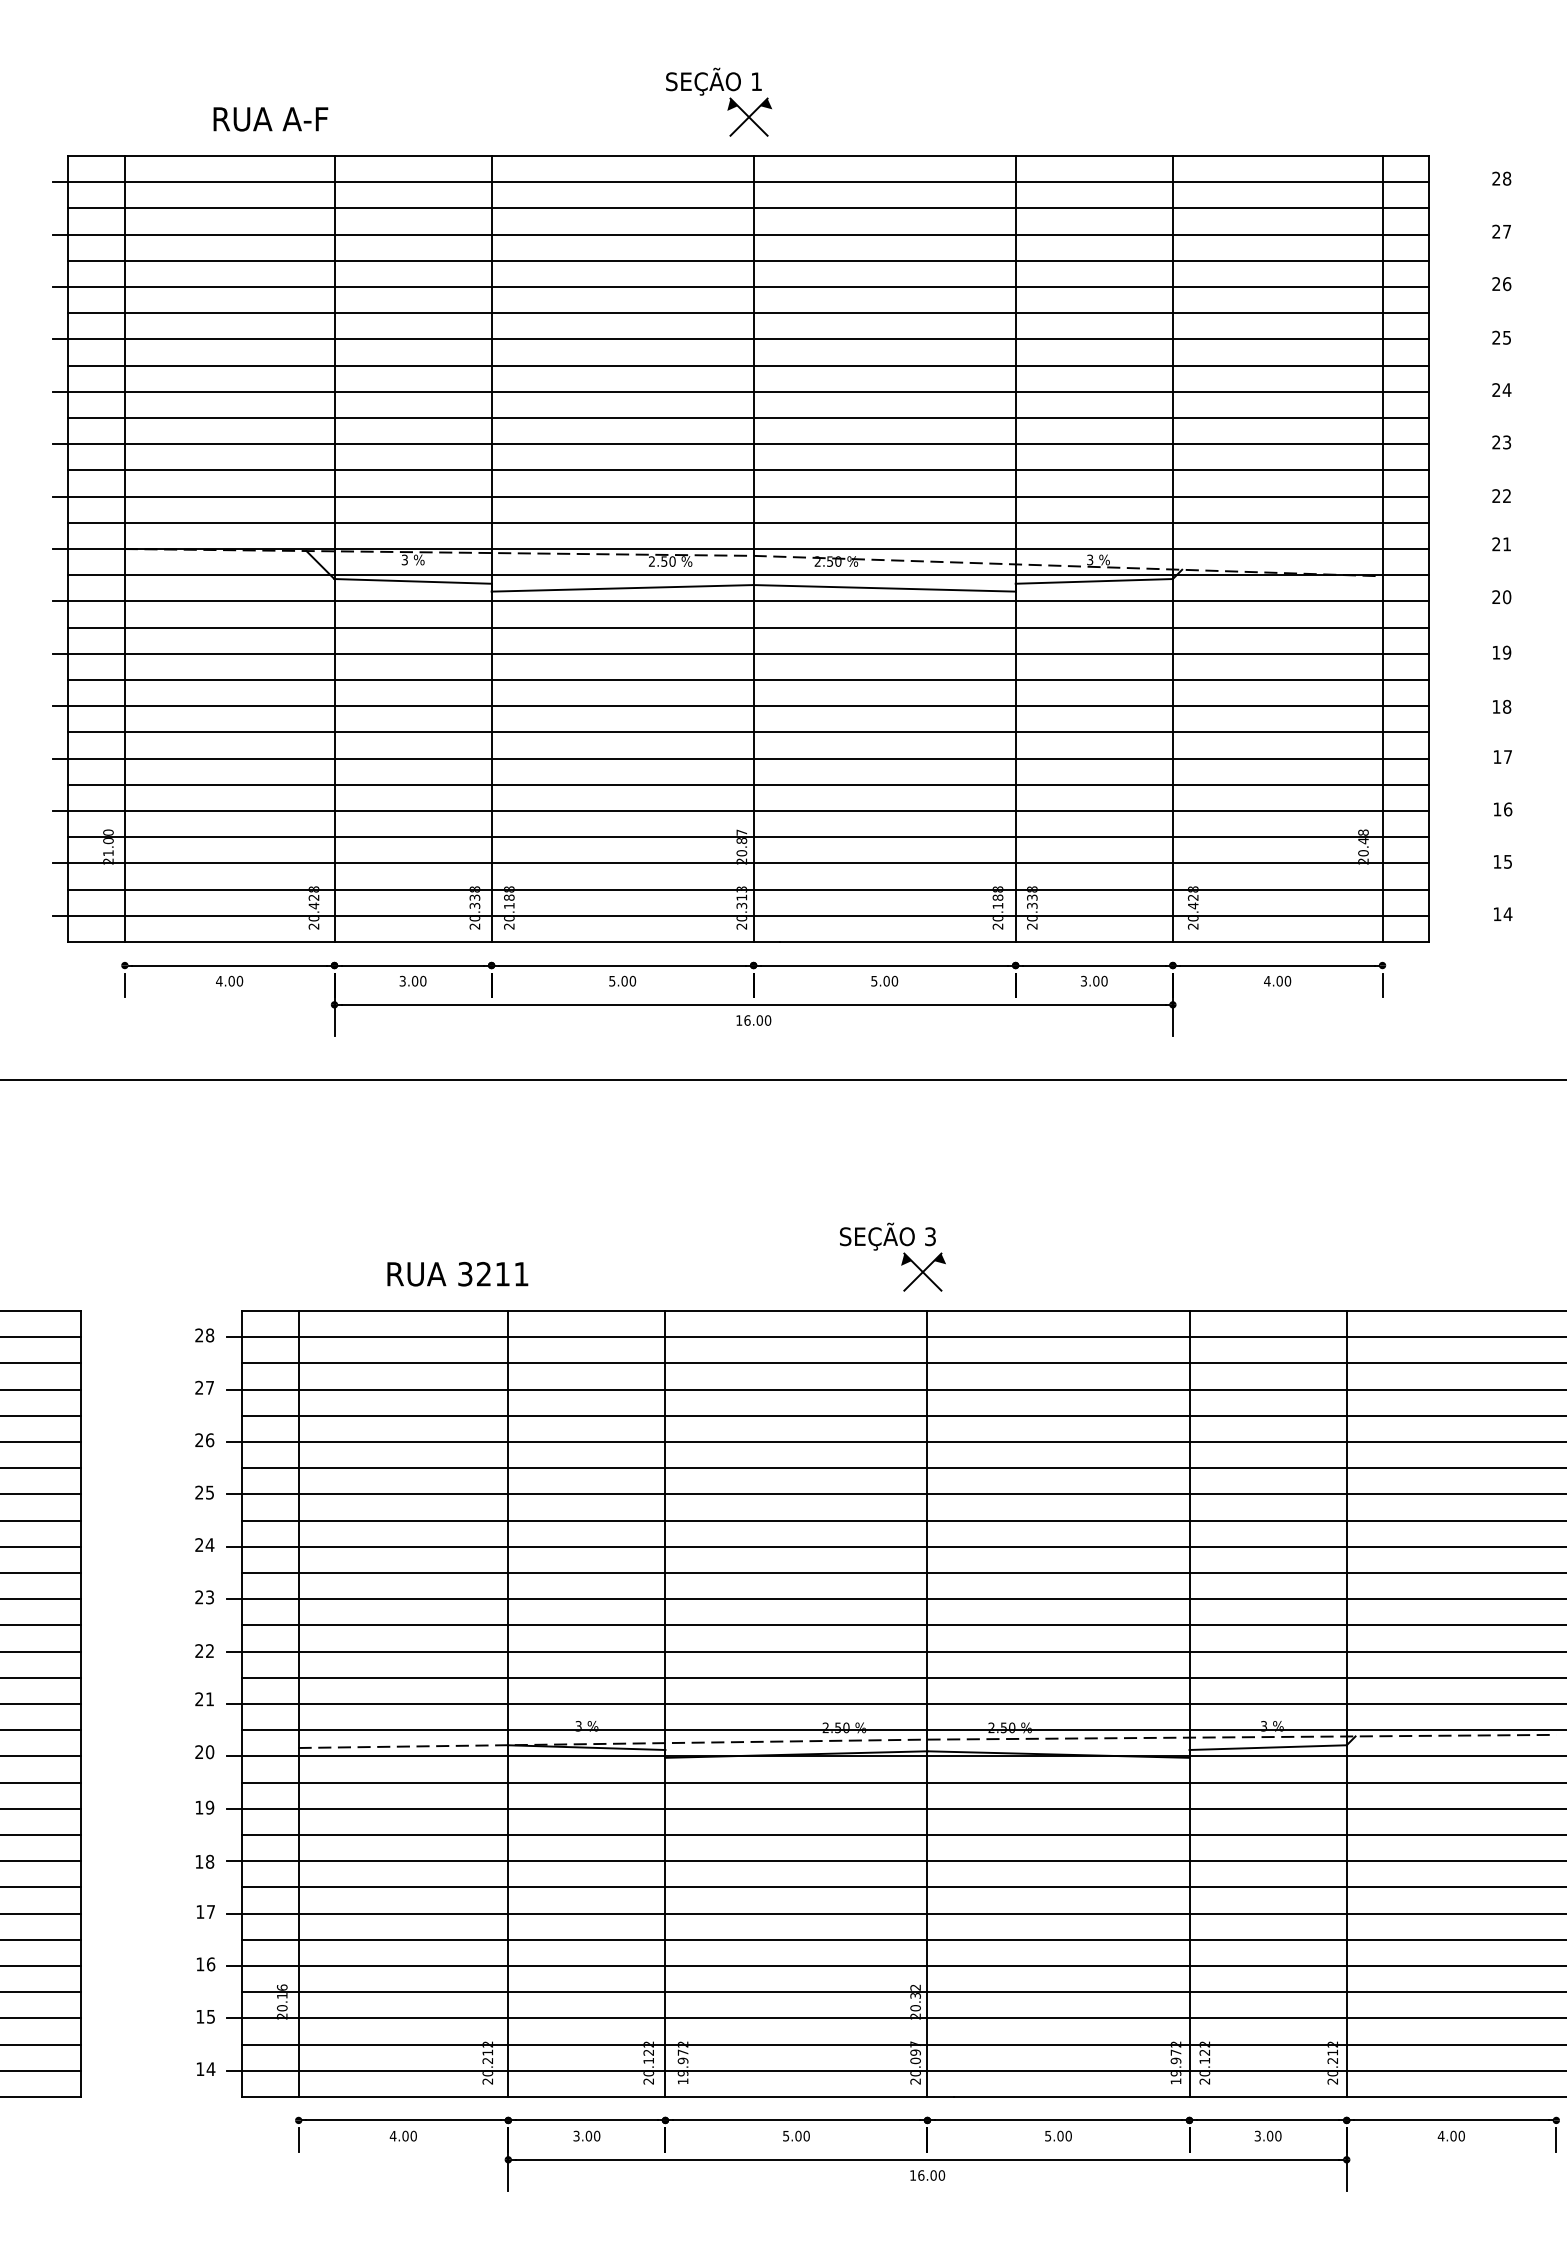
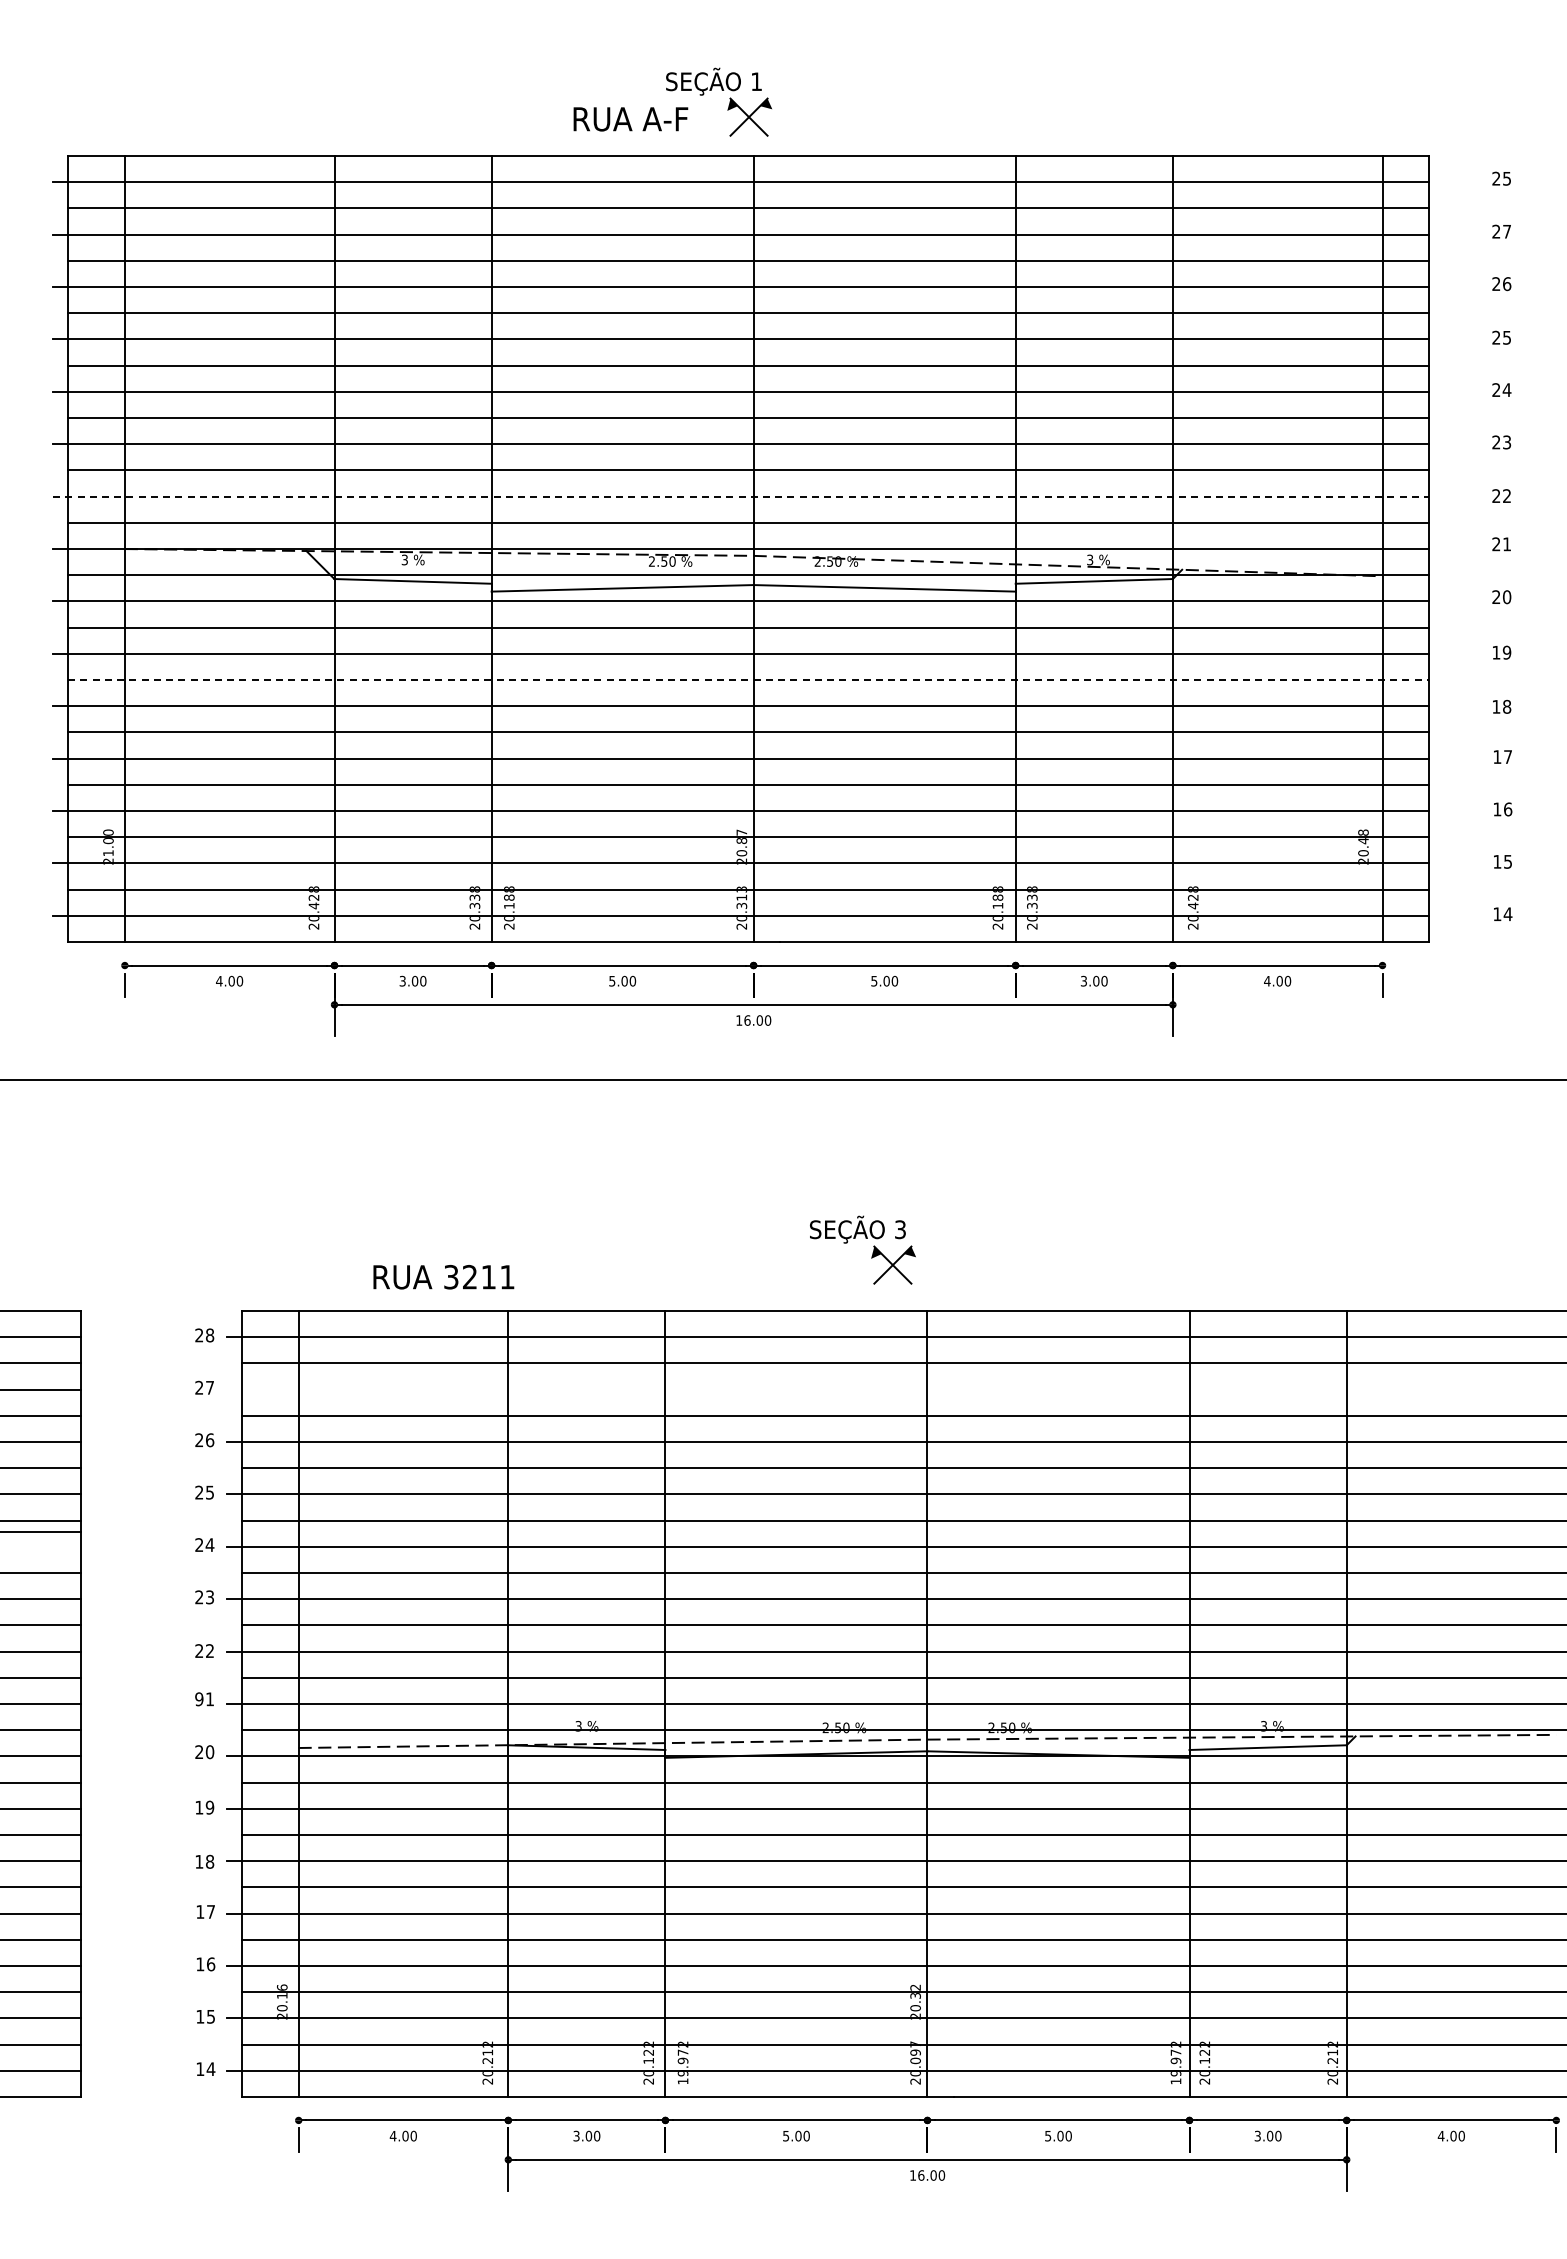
text at (270, 119) position: (270, 119) -> (630, 119)
text at (1507, 178): 28 -> 25
line at (740, 496): solid -> dashed
line at (748, 680): solid -> dashed
part at (902, 1259) position: (902, 1259) -> (872, 1252)
text at (457, 1274) position: (457, 1274) -> (443, 1277)
line at (894, 1389): present -> none
line at (41, 1546) position: (41, 1546) -> (41, 1531)
text at (199, 1699): 21 -> 91
